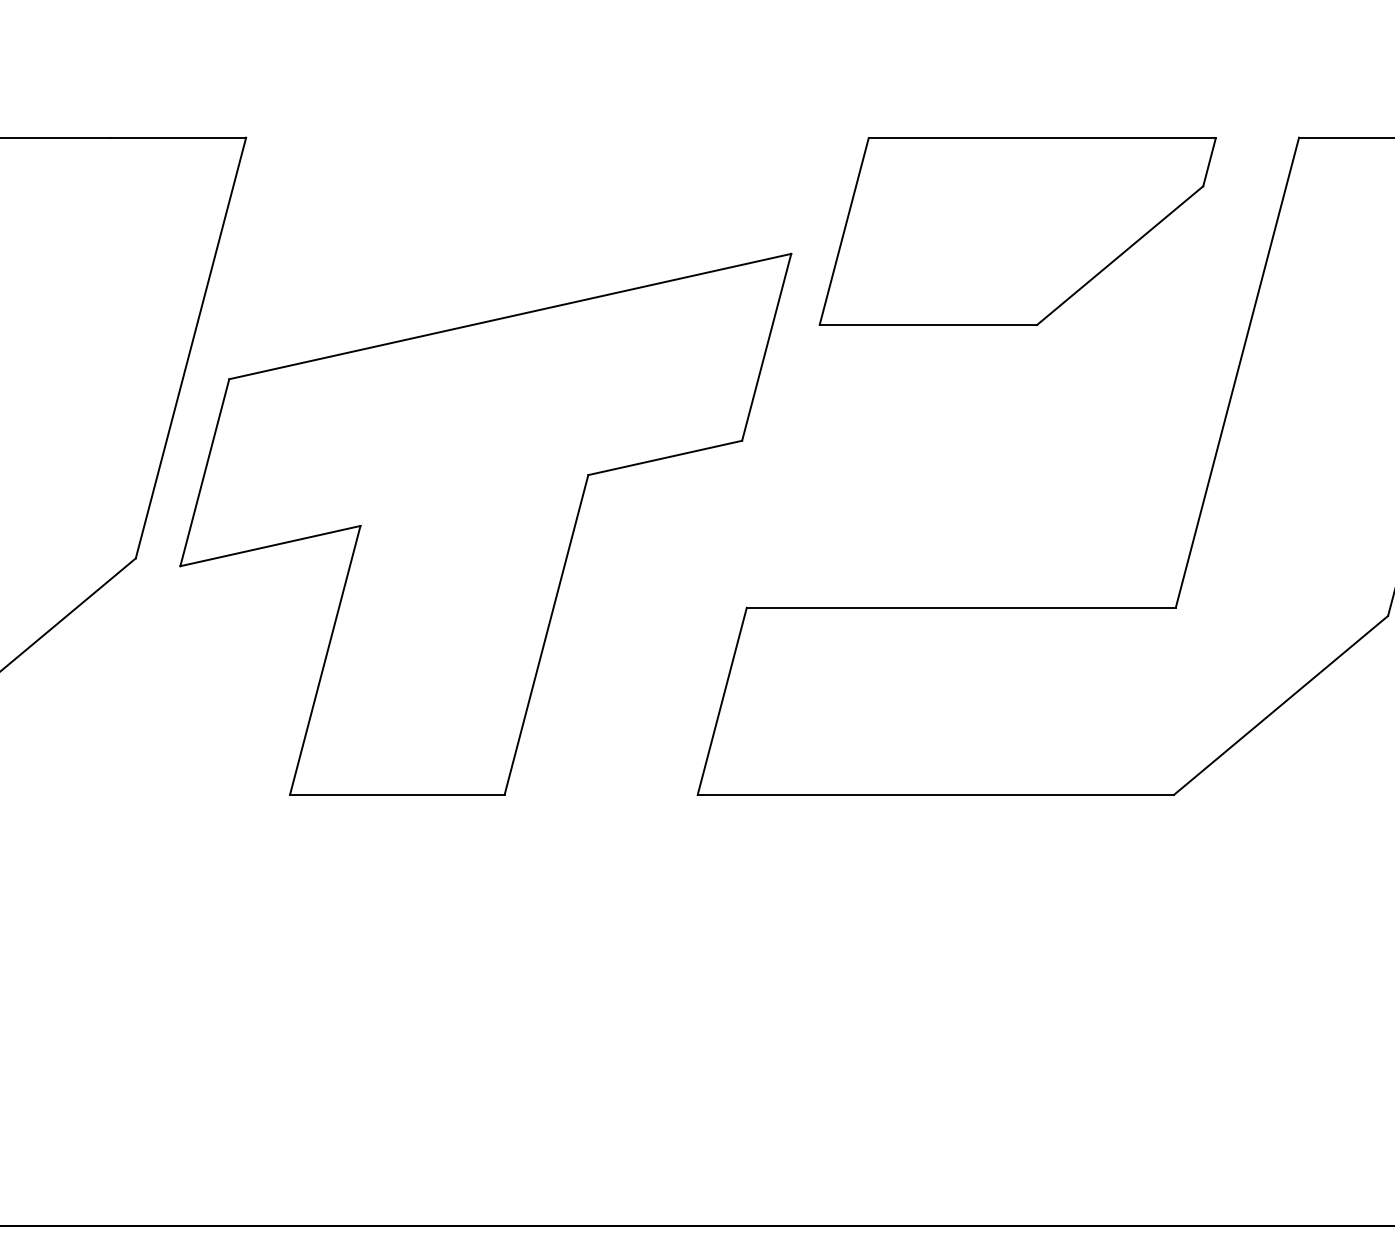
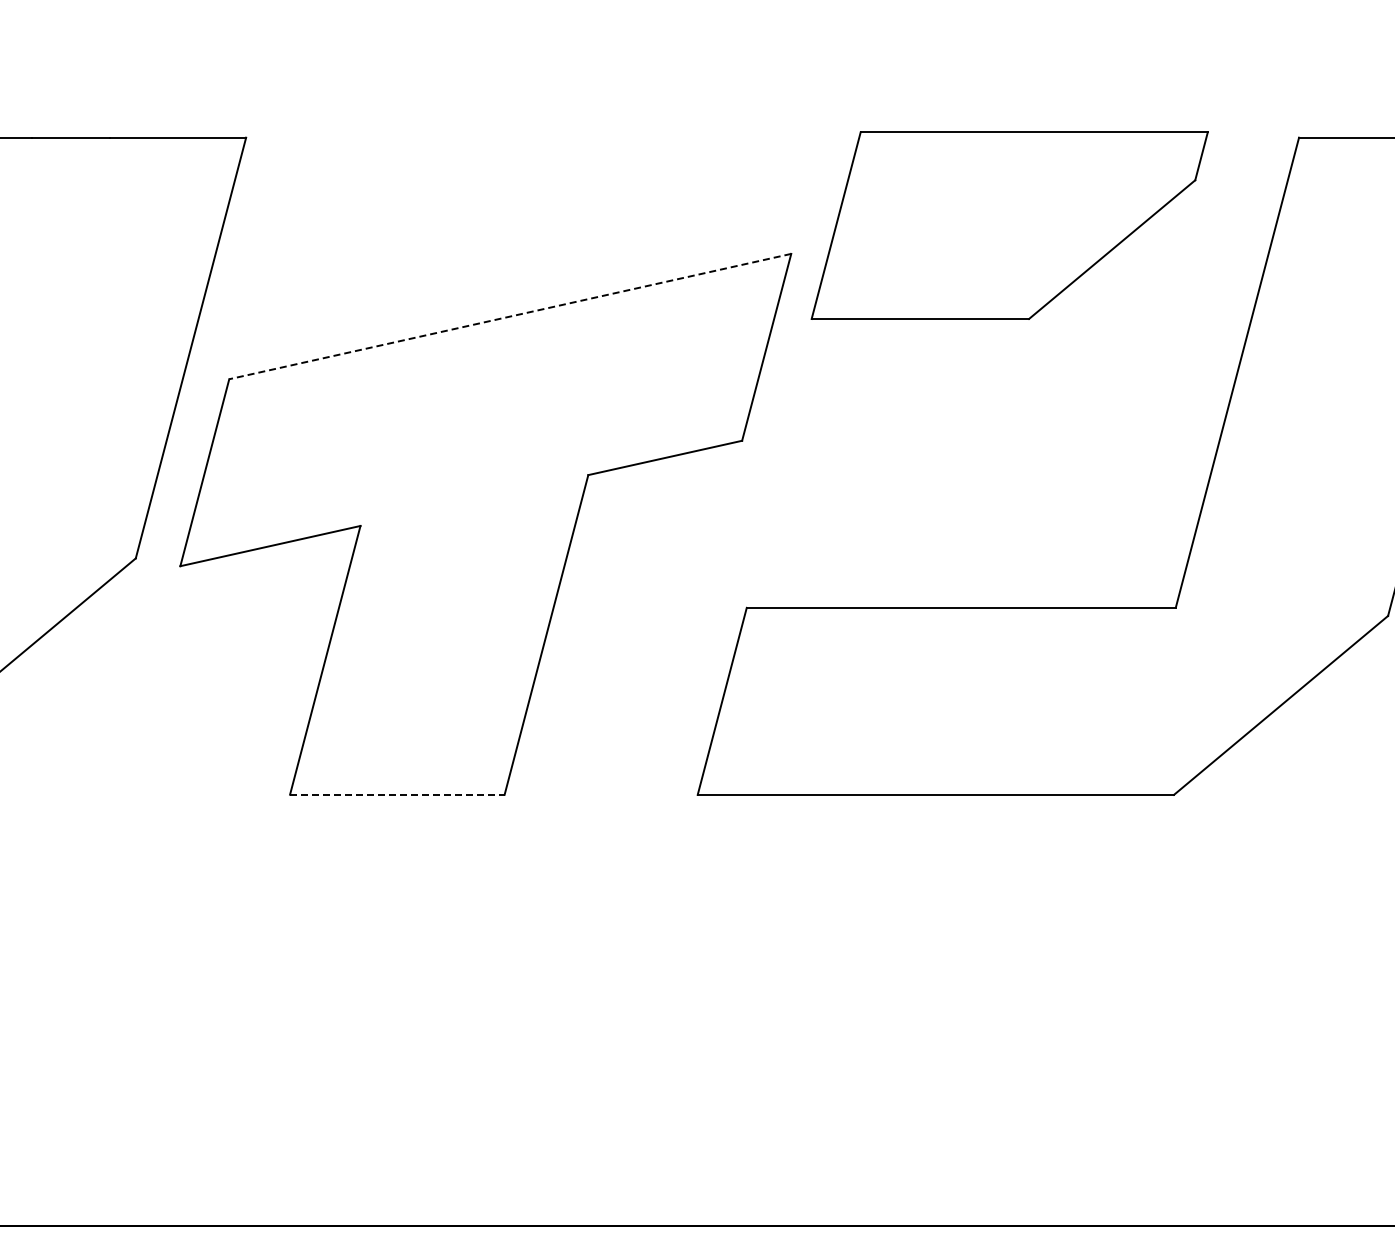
part at (1017, 231) position: (1017, 231) -> (1009, 225)
line at (510, 316): solid -> dashed
line at (397, 794): solid -> dashed
